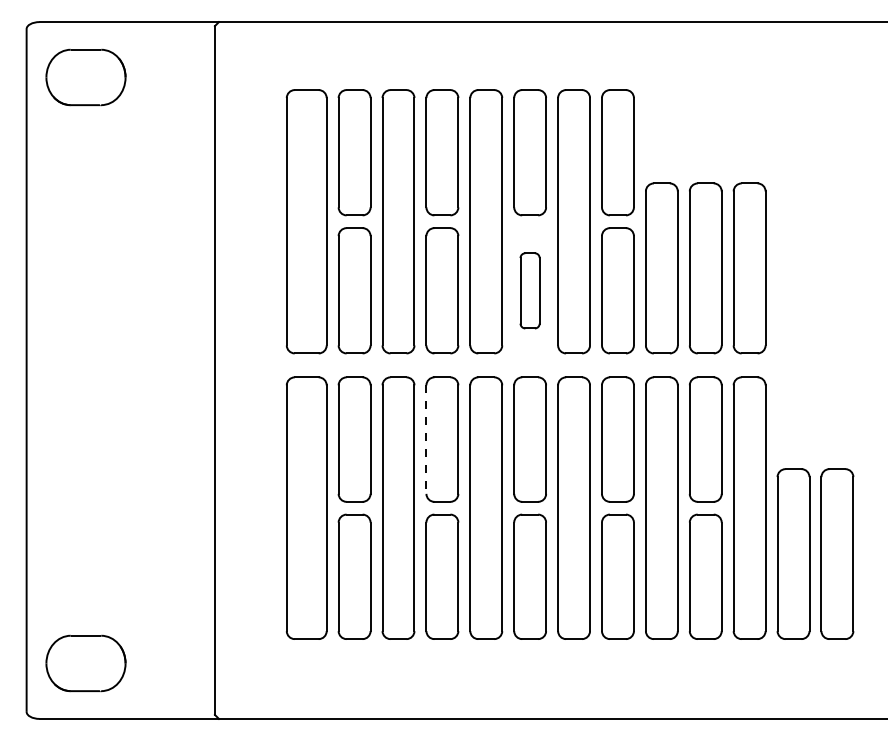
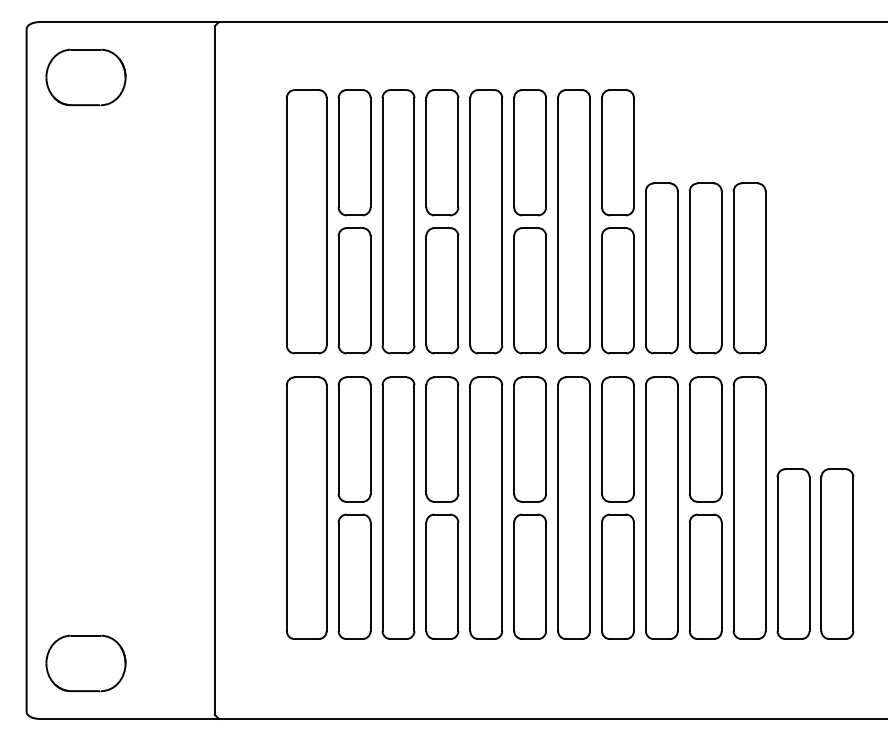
part at (529, 290) size: 22x78 px -> 34x128 px
line at (426, 440): dashed -> solid
